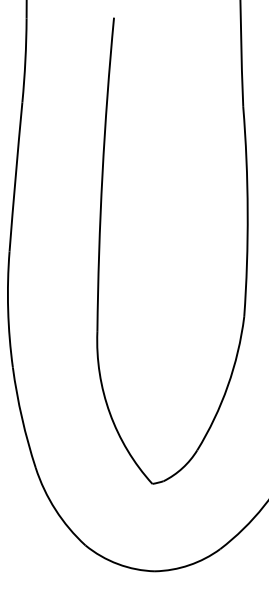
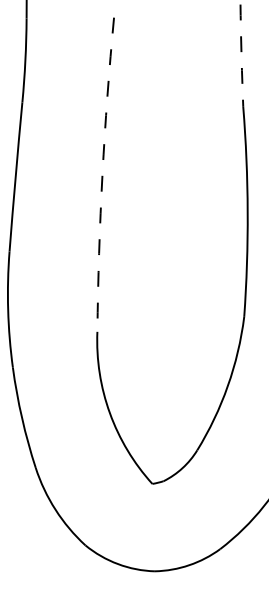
arc at (241, 53): solid -> dashed
arc at (102, 174): solid -> dashed
